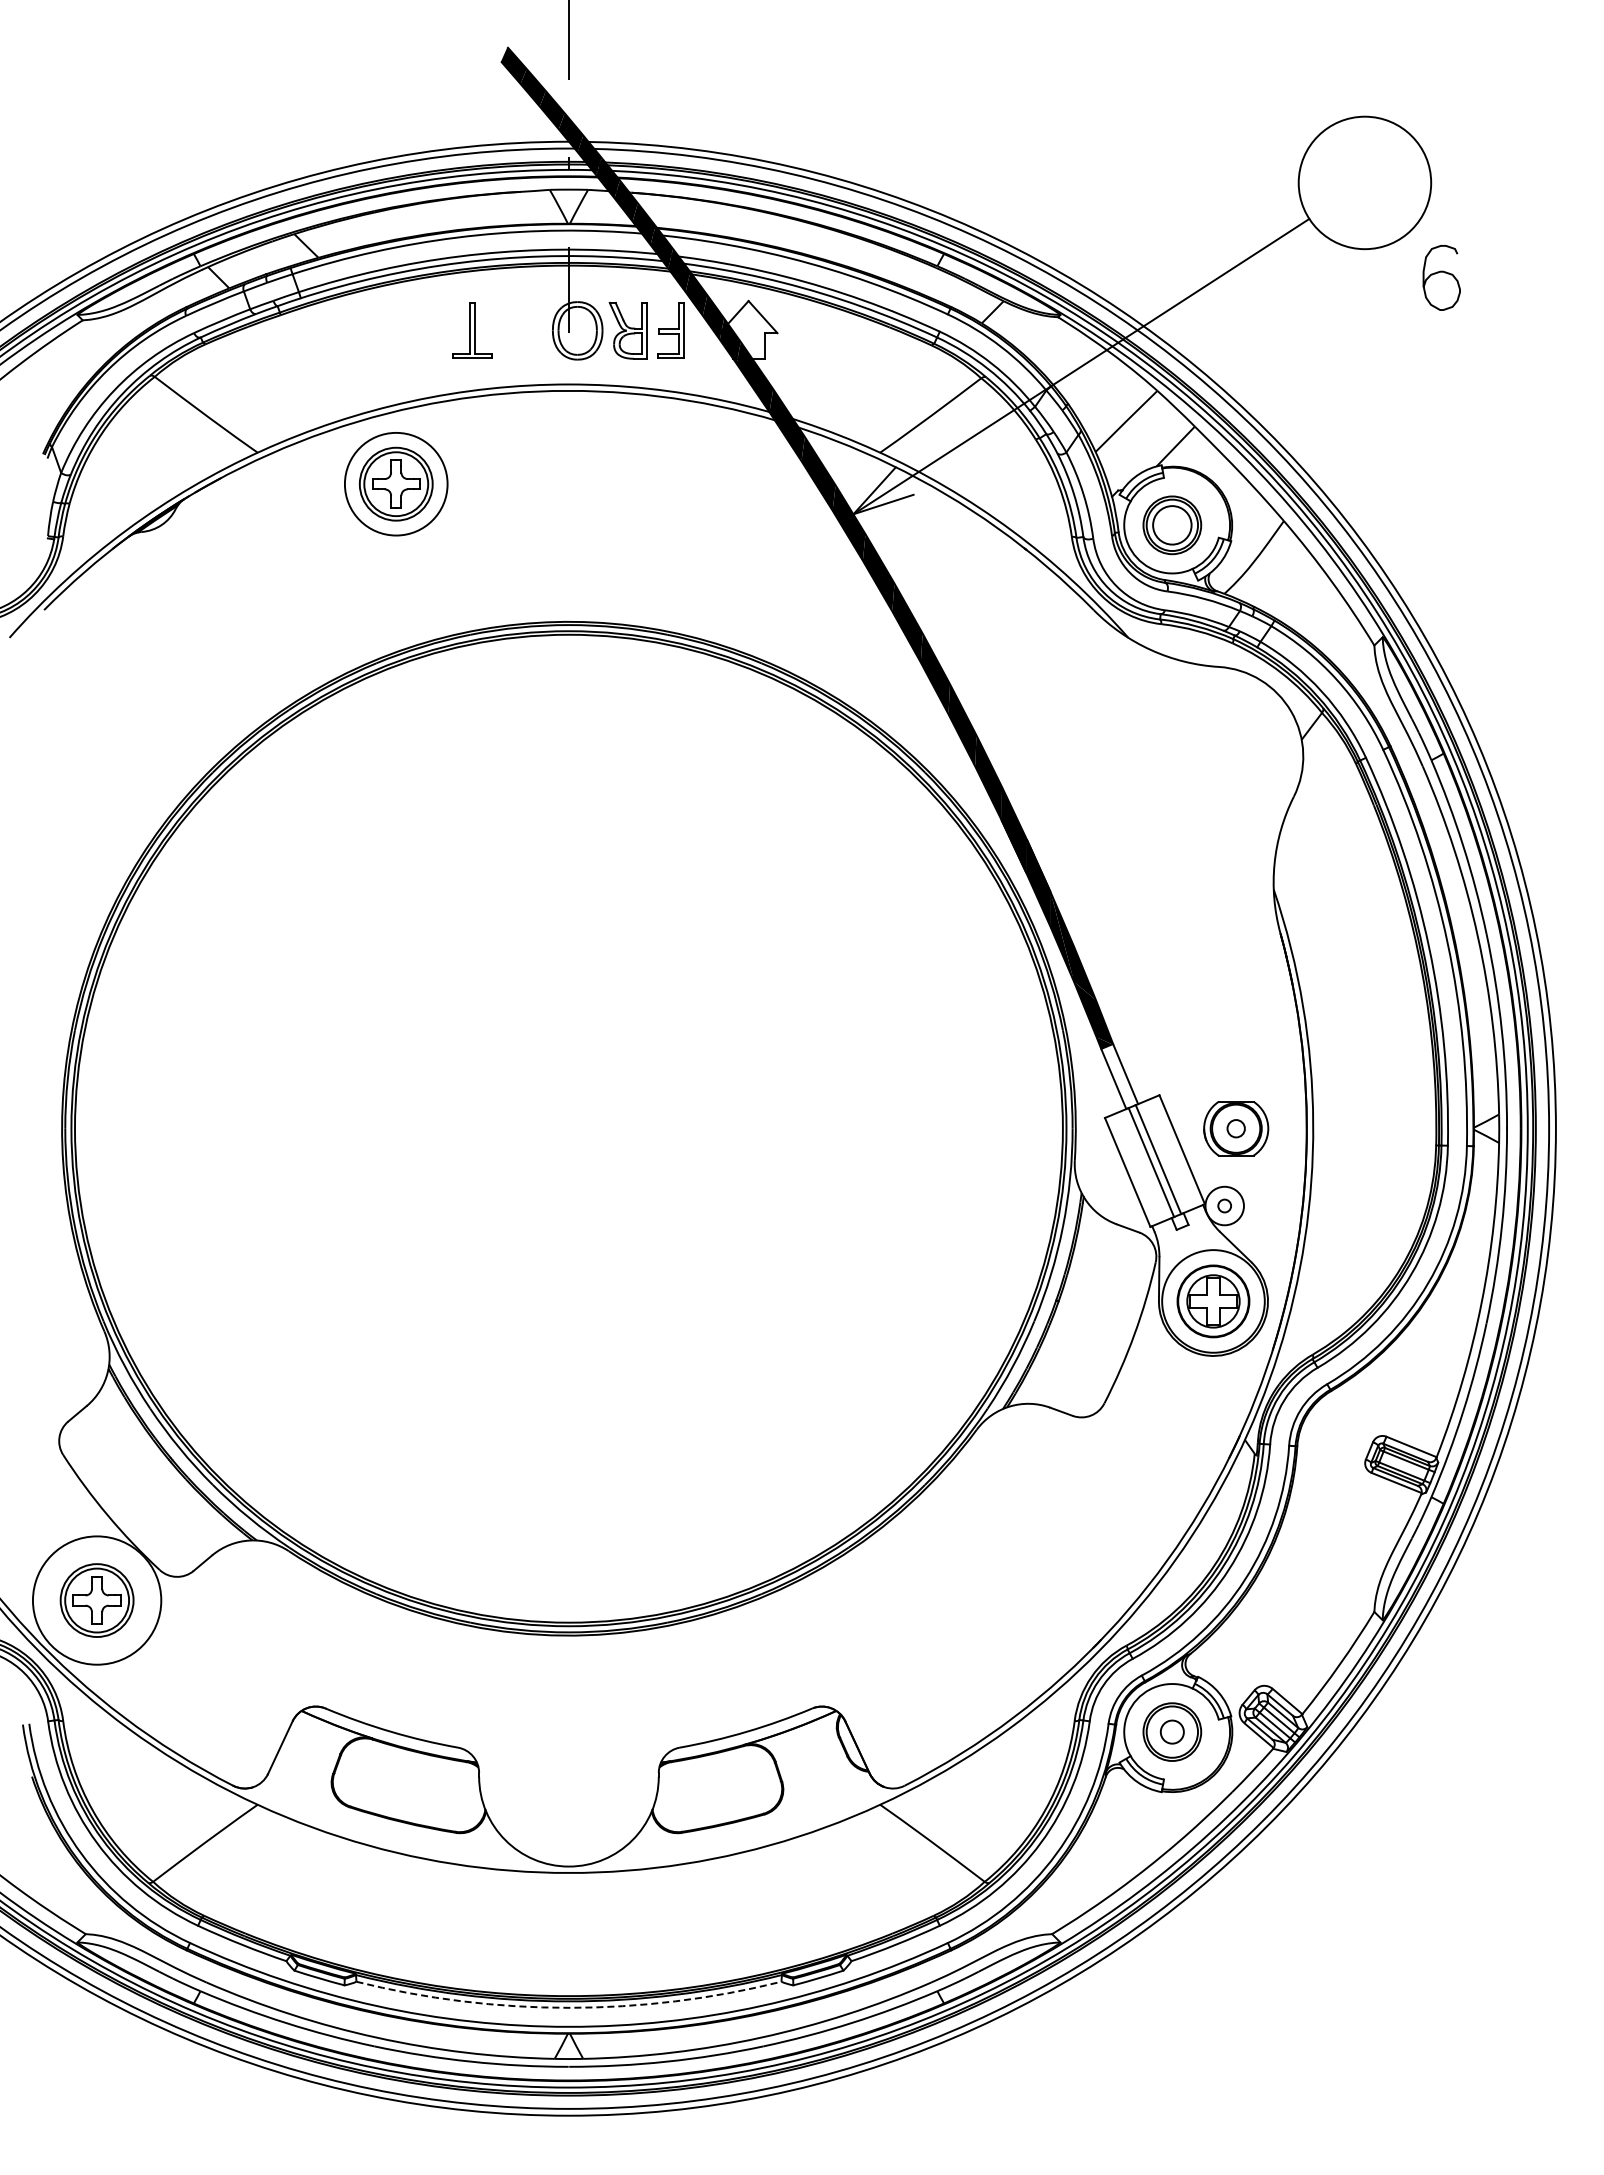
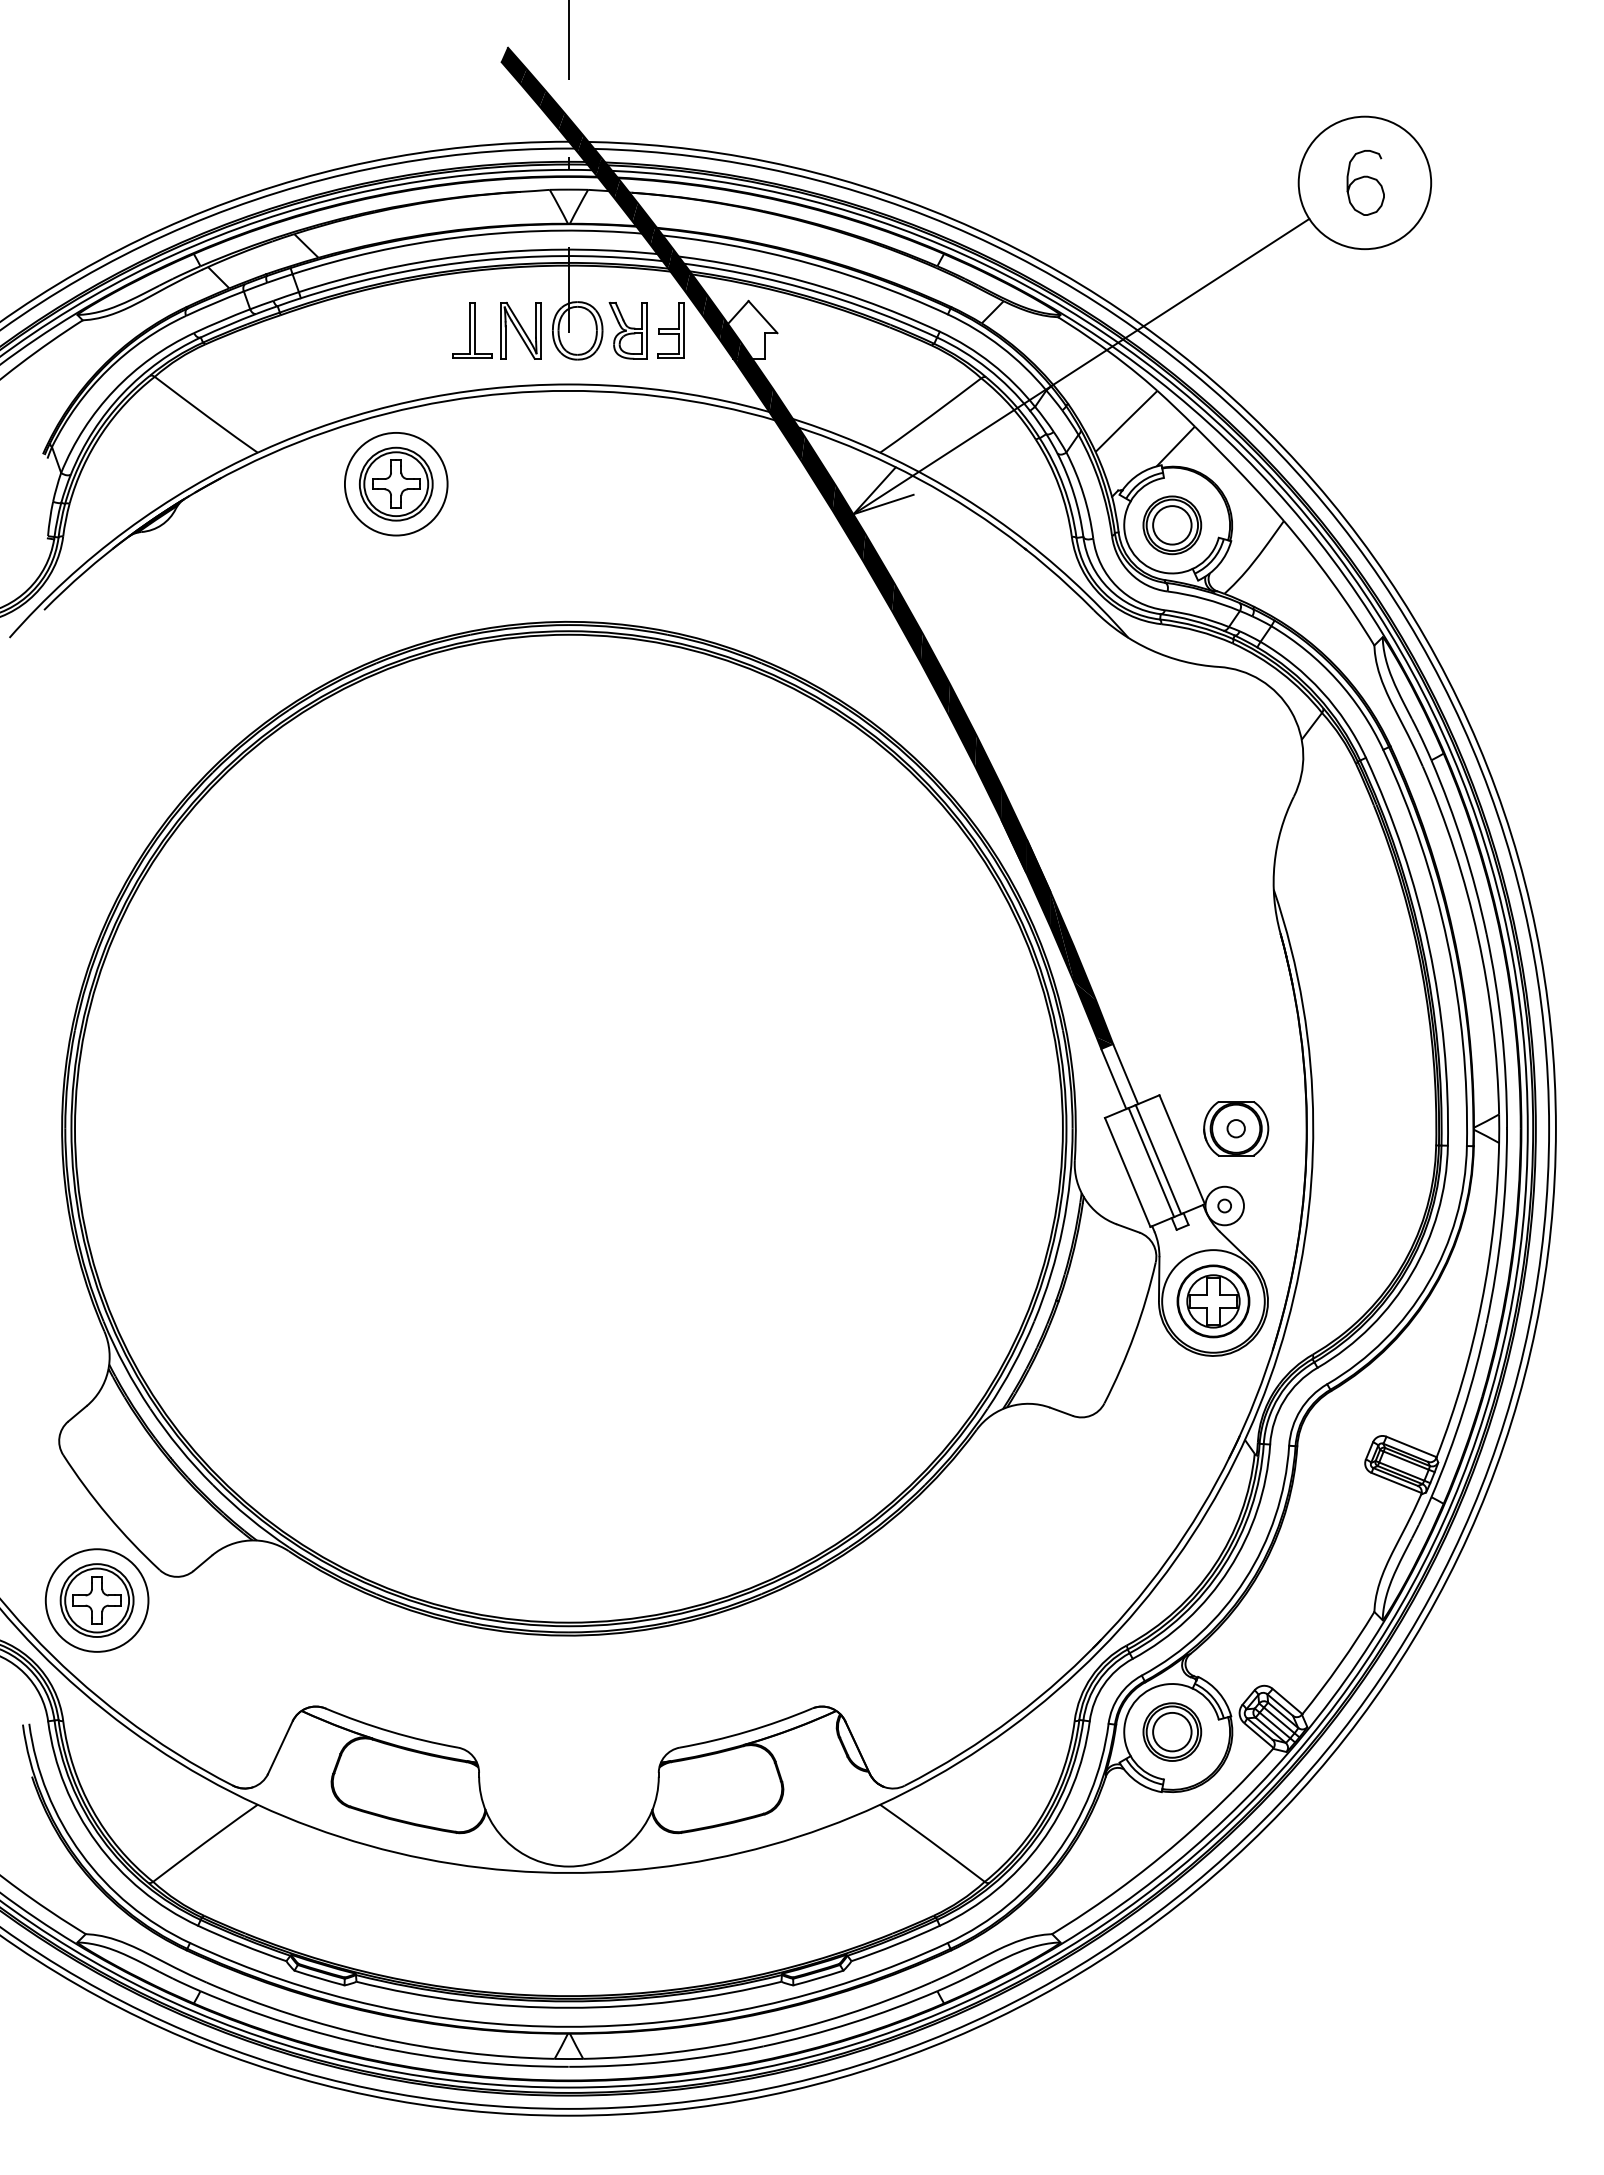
curve at (1441, 272) position: (1441, 272) -> (1365, 177)
part at (520, 330): none -> present
circle at (96, 1600) diameter: 128 px -> 103 px
circle at (1171, 1731) diameter: 23 px -> 38 px
arc at (568, 2007): dashed -> solid
